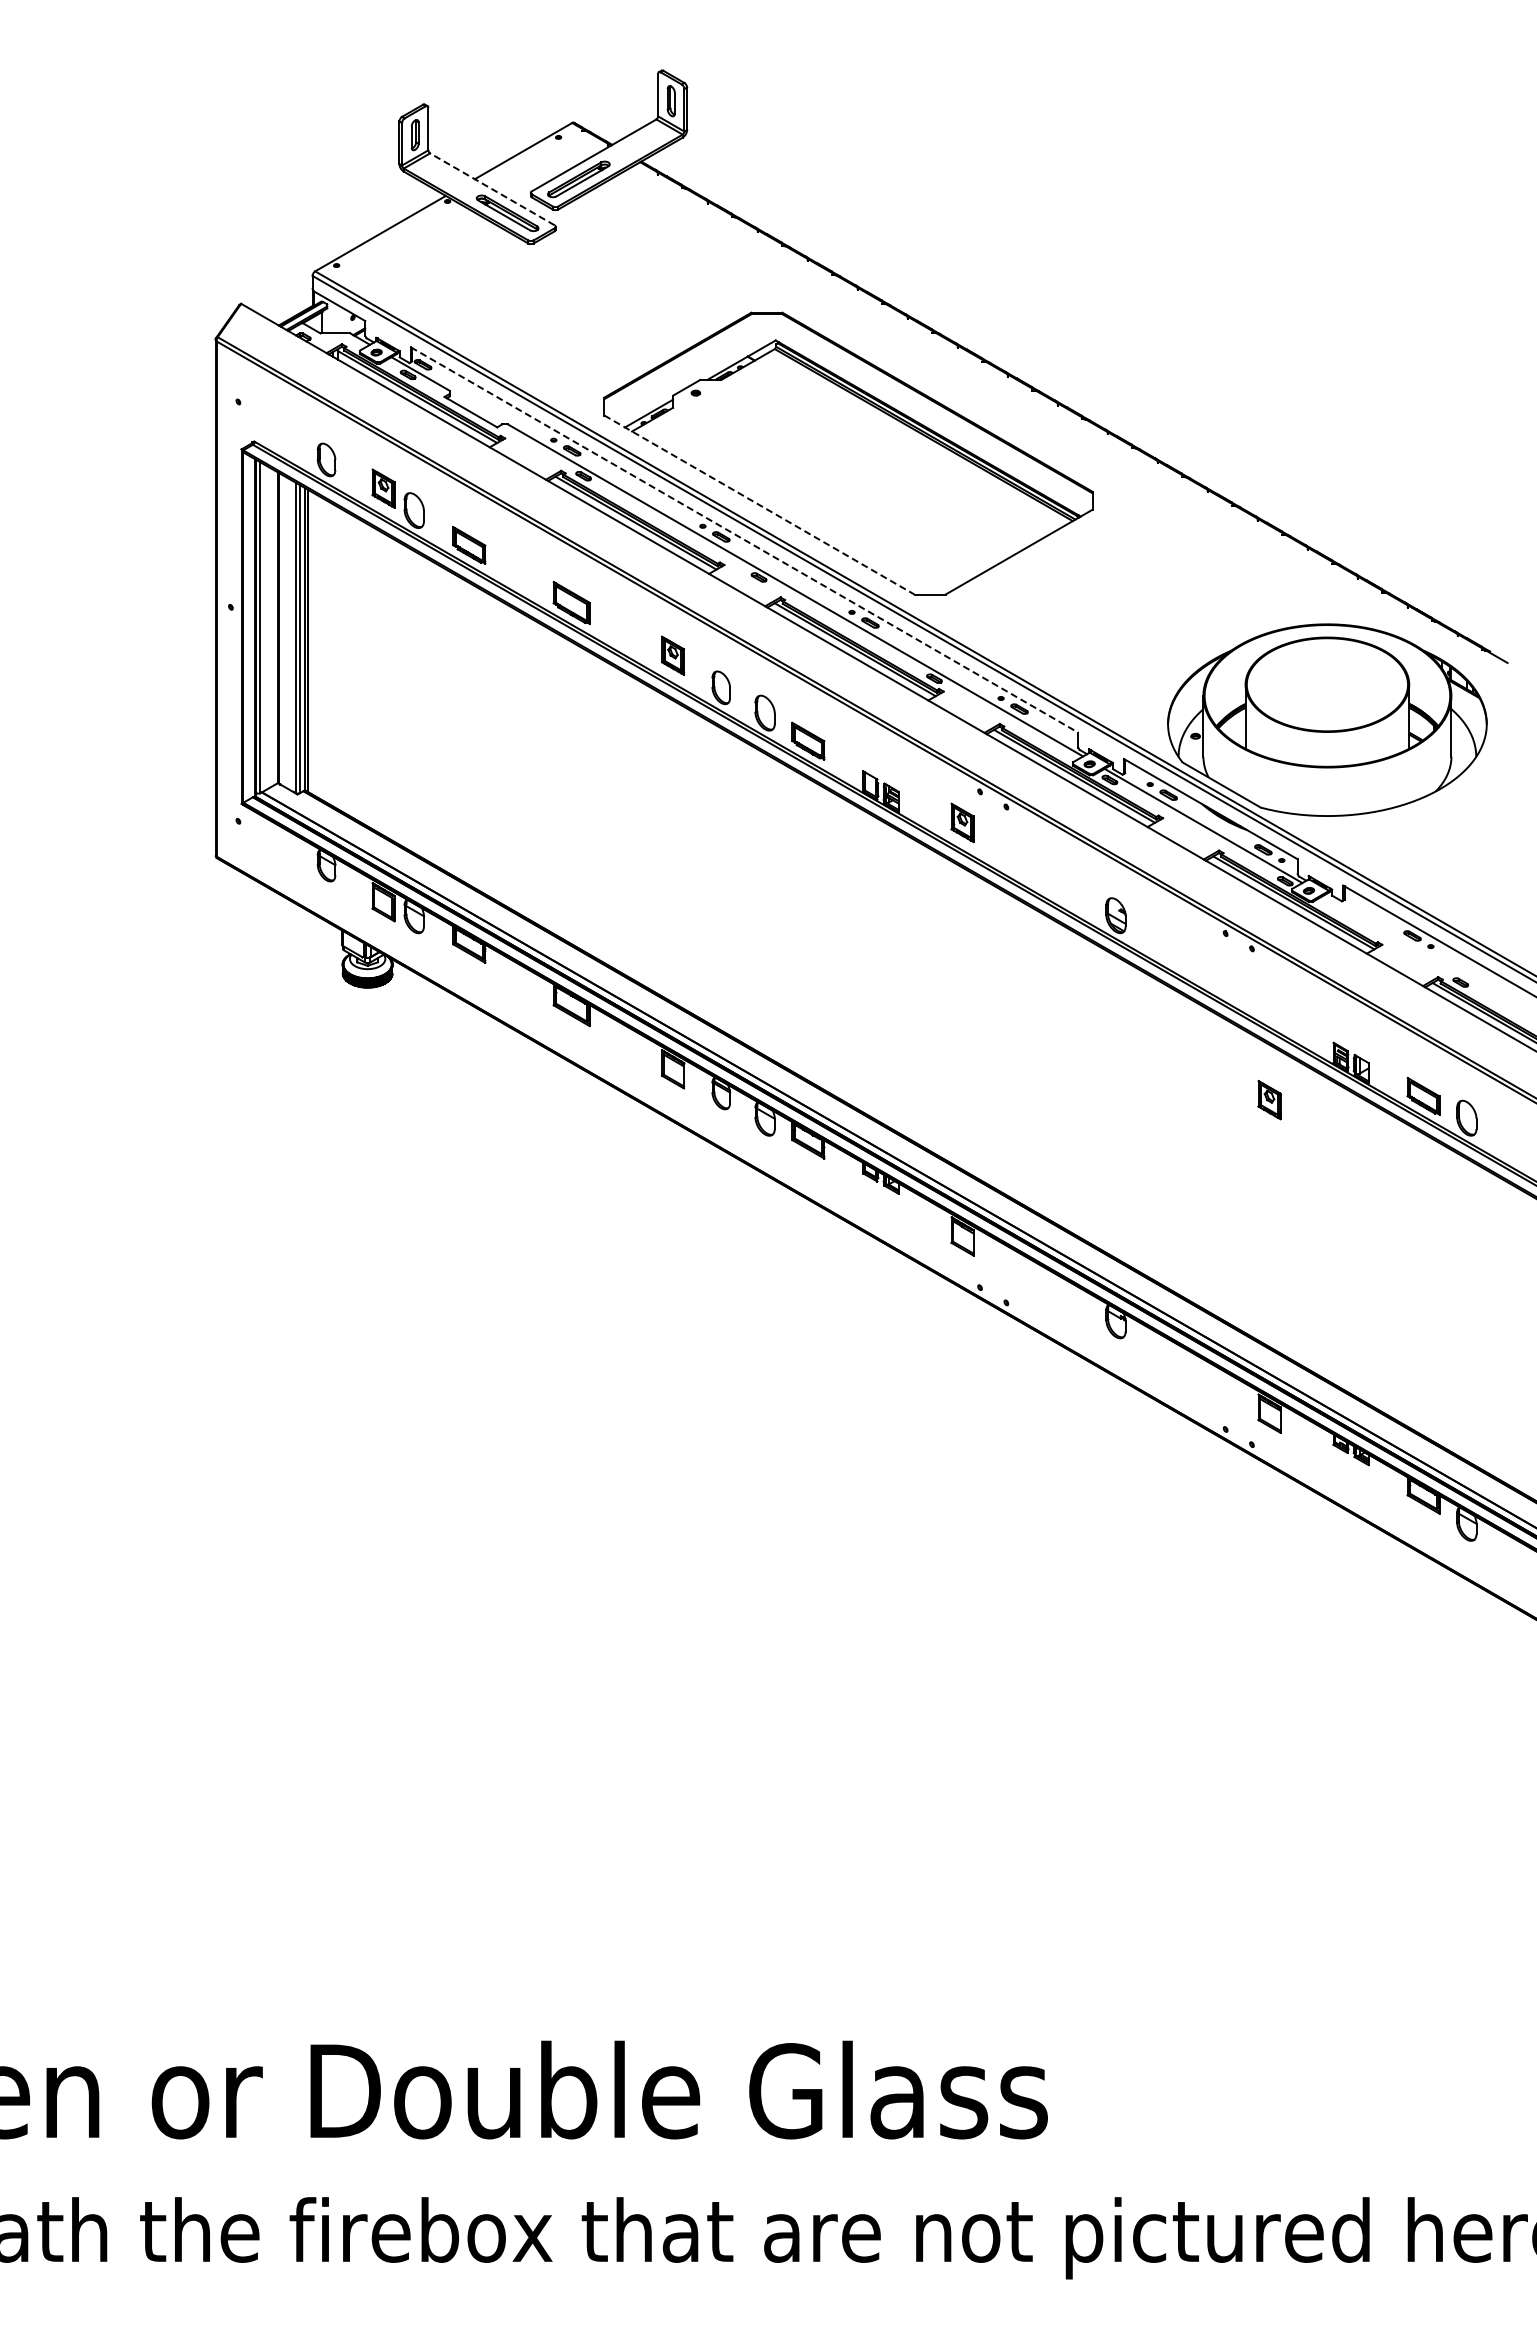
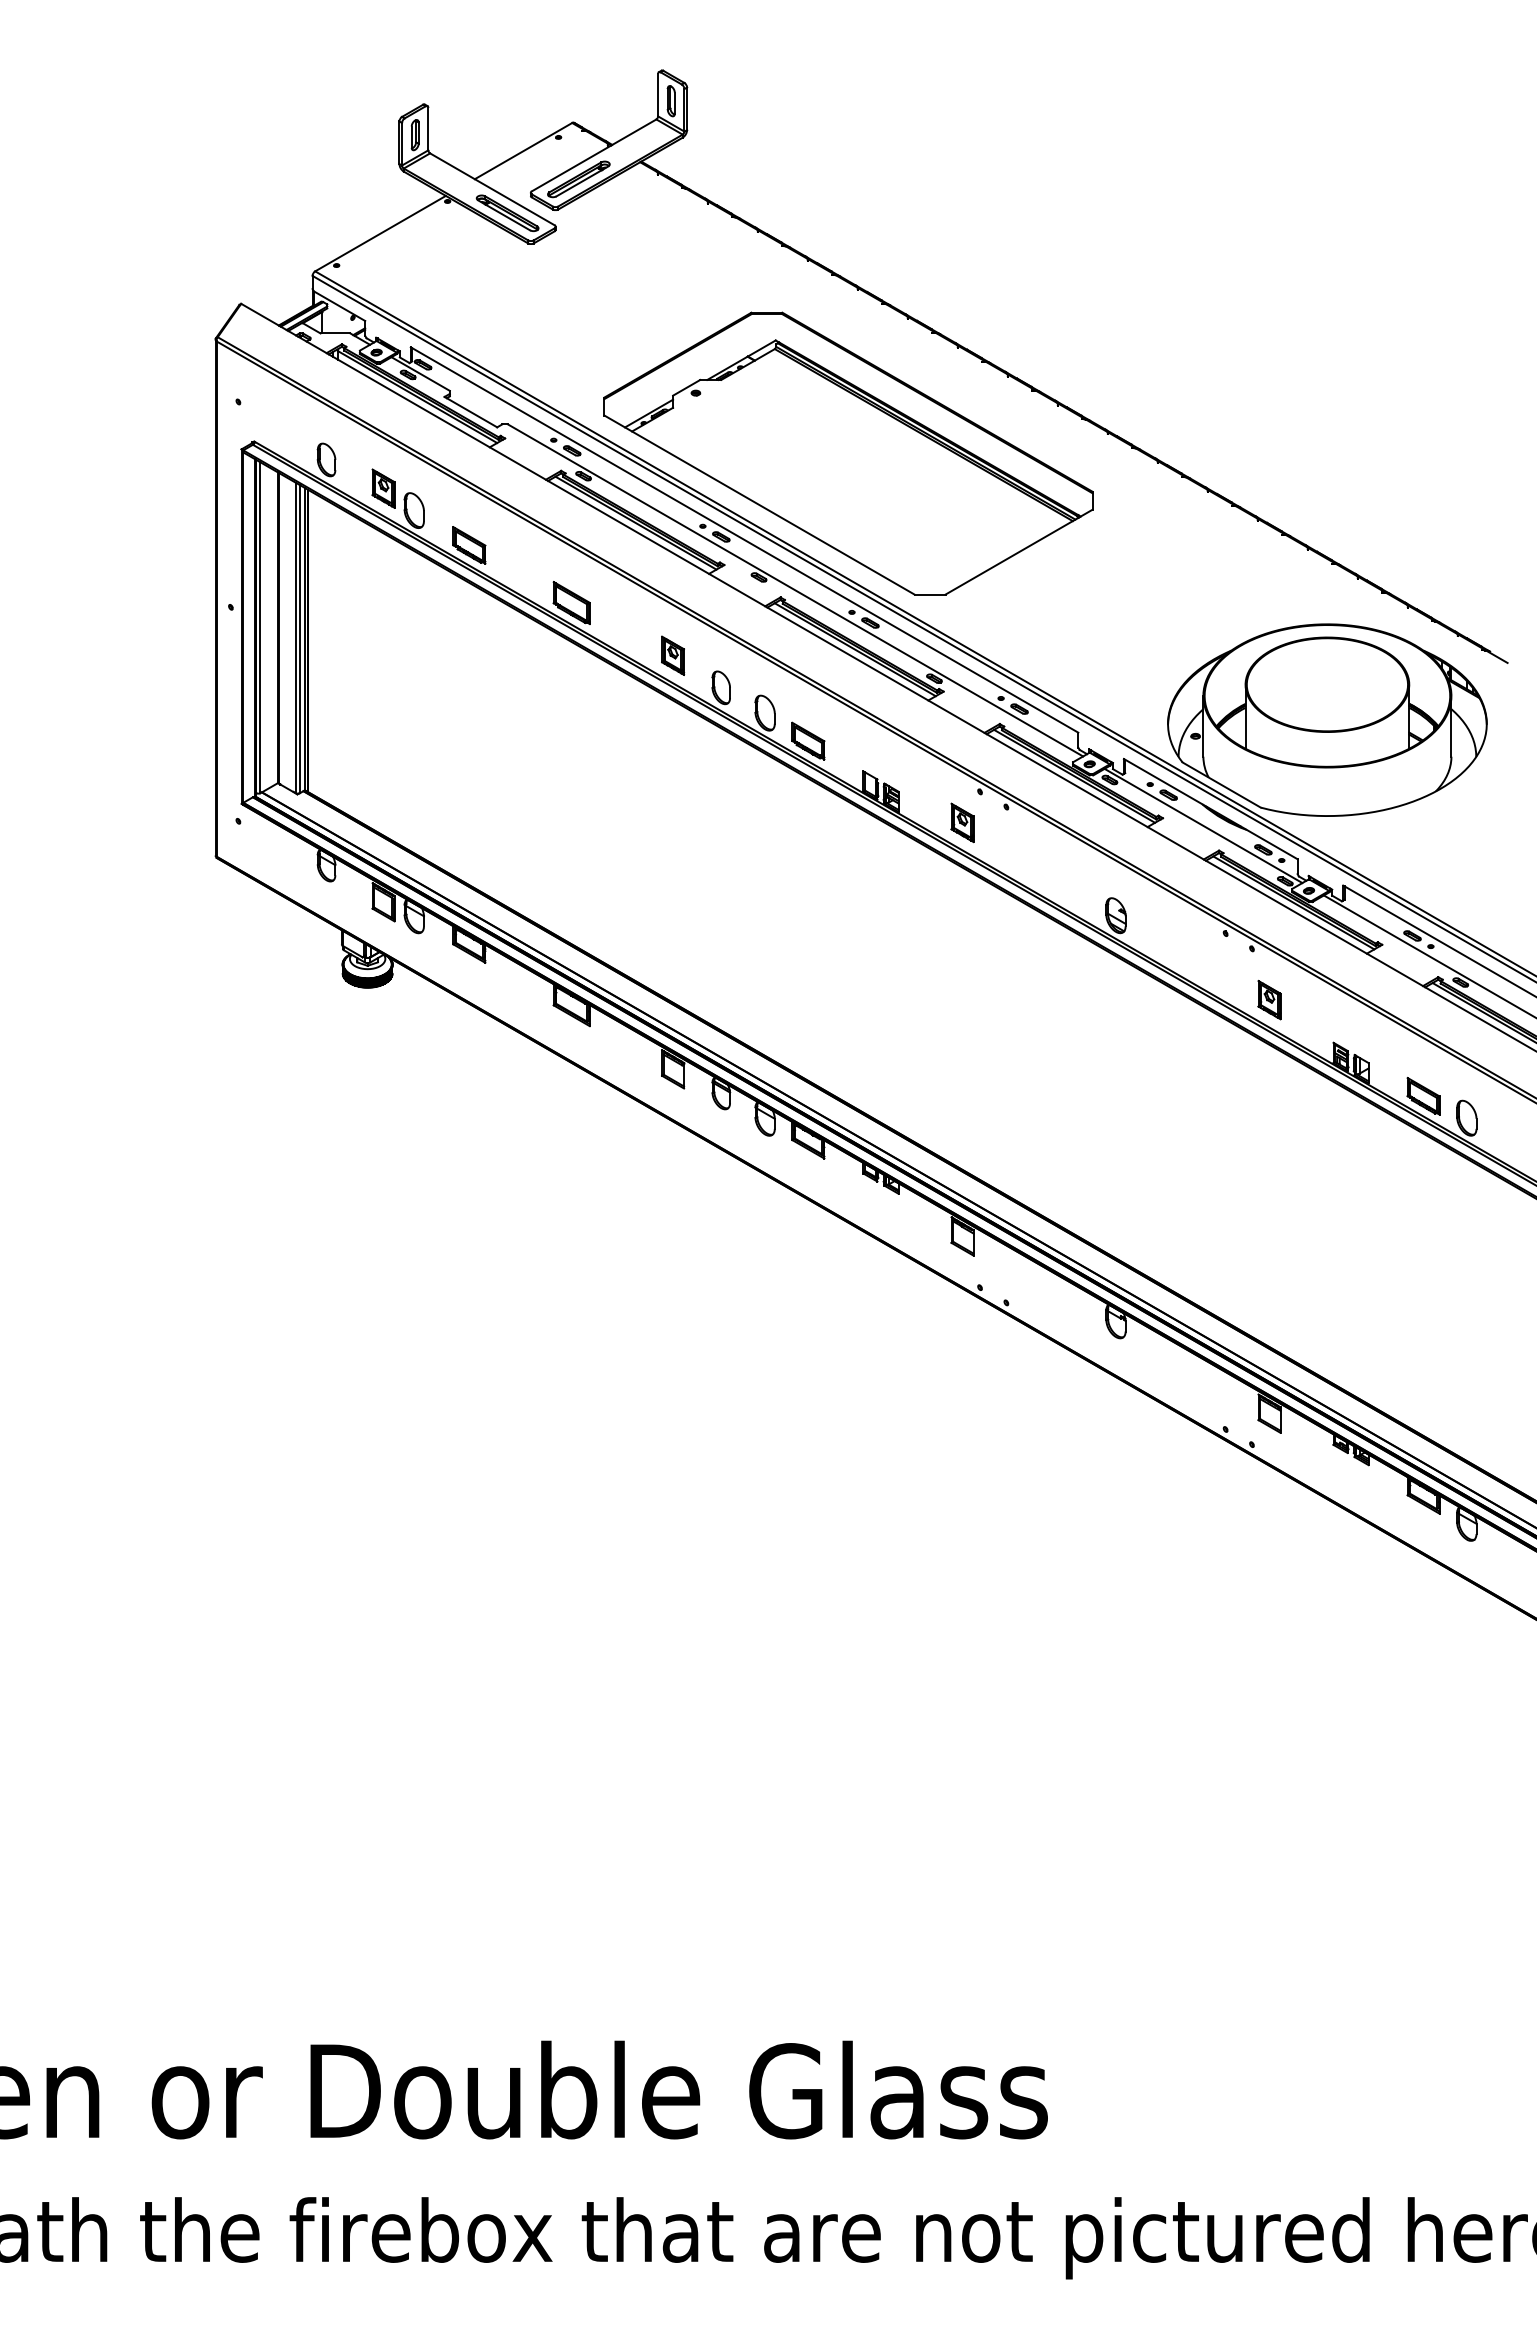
line at (492, 189): dashed -> solid
line at (759, 505): dashed -> solid
line at (745, 540): dashed -> solid
line at (1428, 955): none -> present
part at (1269, 1099) position: (1269, 1099) -> (1269, 999)
